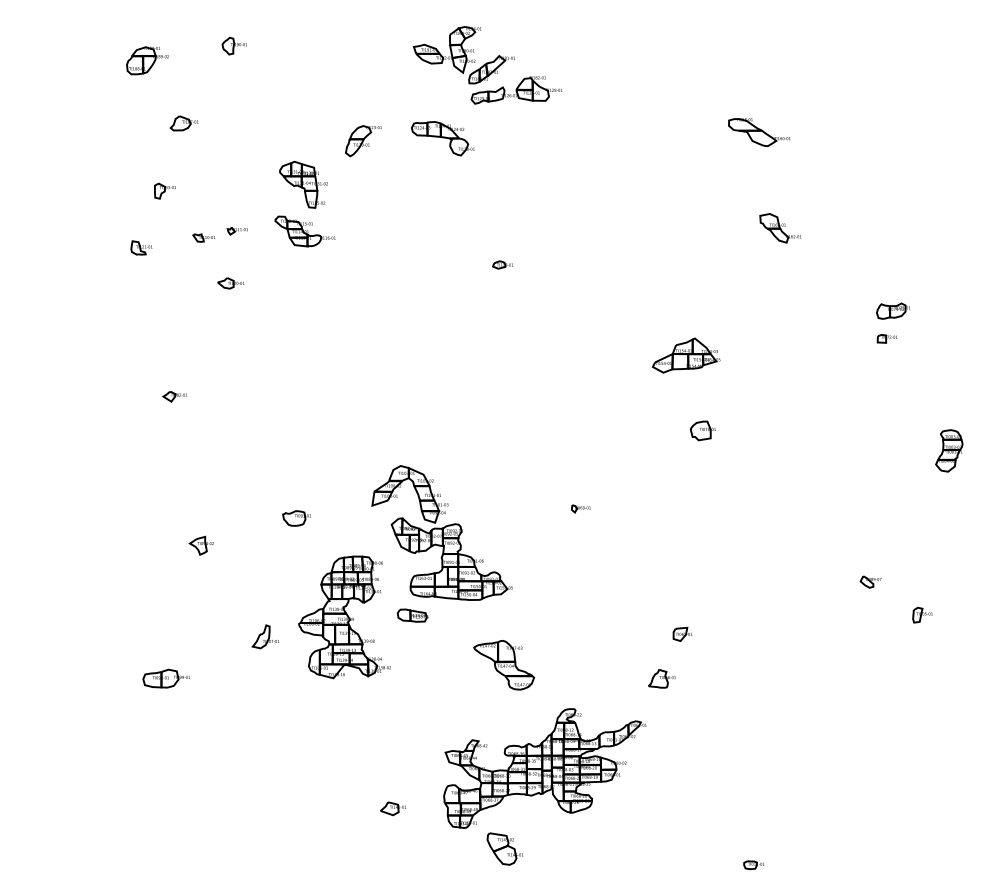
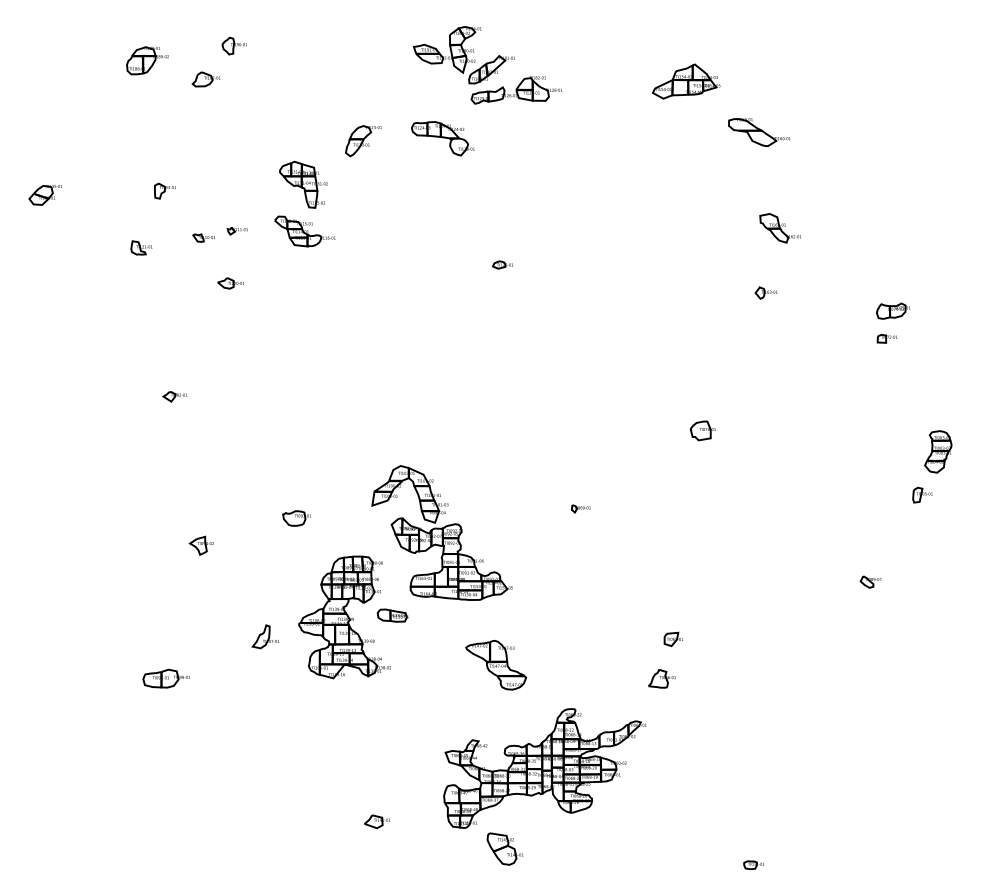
part at (183, 123) position: (183, 123) -> (205, 79)
part at (45, 195): none -> present
part at (765, 292): none -> present
part at (686, 355) position: (686, 355) -> (686, 81)
part at (949, 450) position: (949, 450) -> (938, 451)
part at (922, 614) position: (922, 614) -> (922, 494)
part at (412, 615) position: (412, 615) -> (392, 615)
part at (681, 633) position: (681, 633) -> (672, 638)
part at (504, 665) position: (504, 665) -> (496, 665)
part at (393, 808) position: (393, 808) -> (377, 821)
